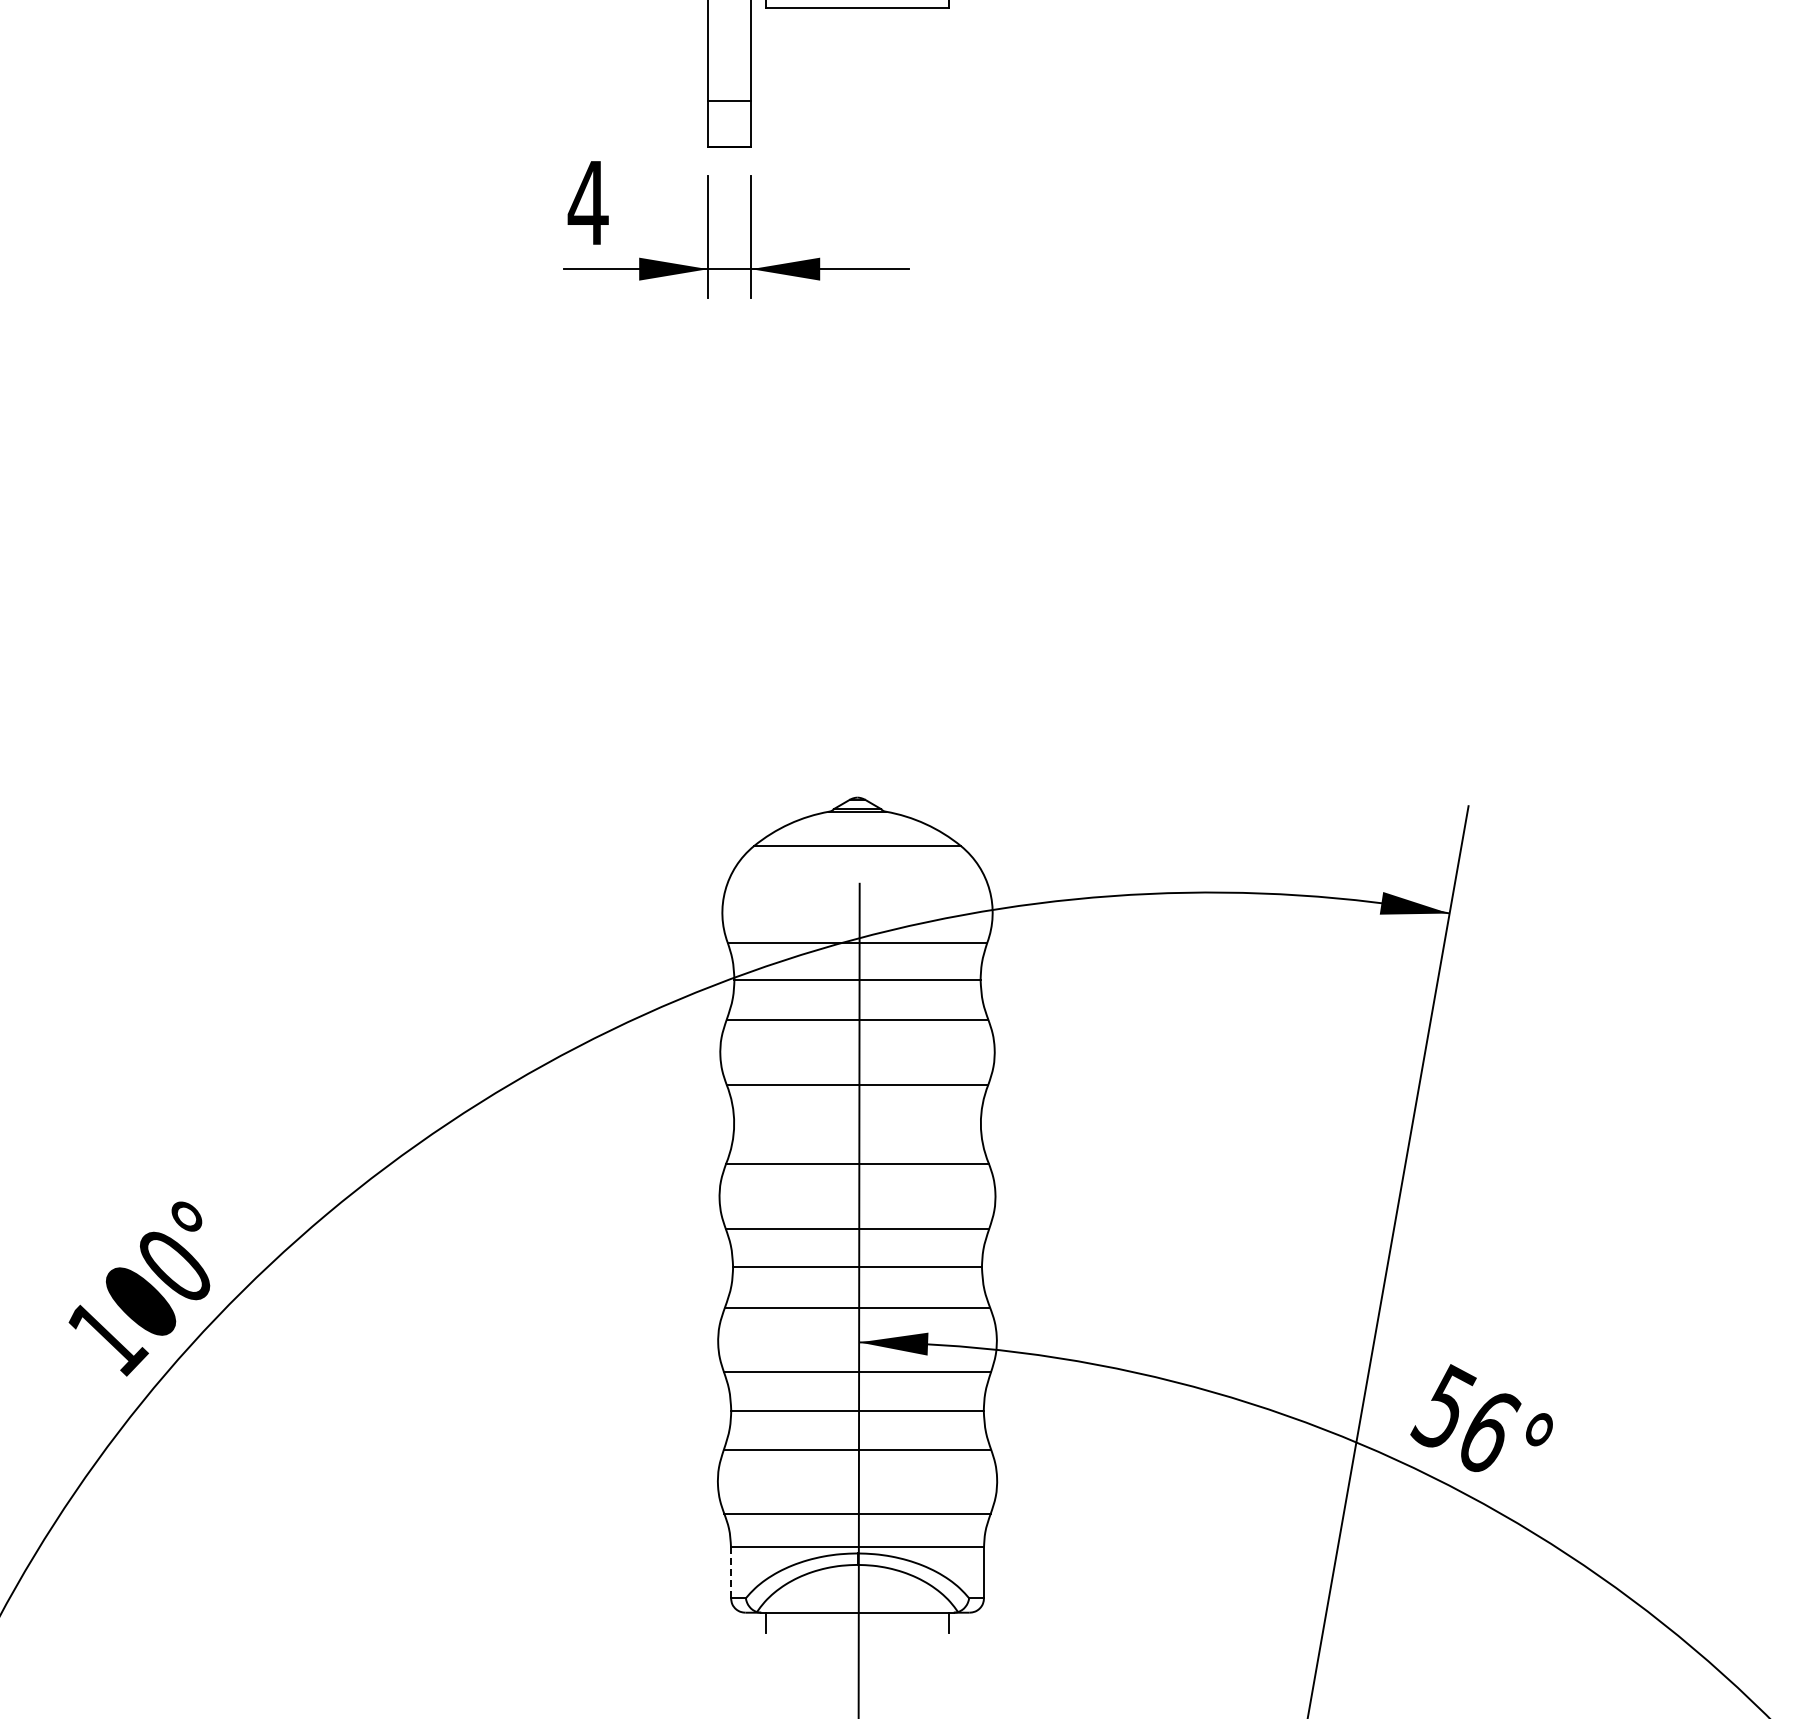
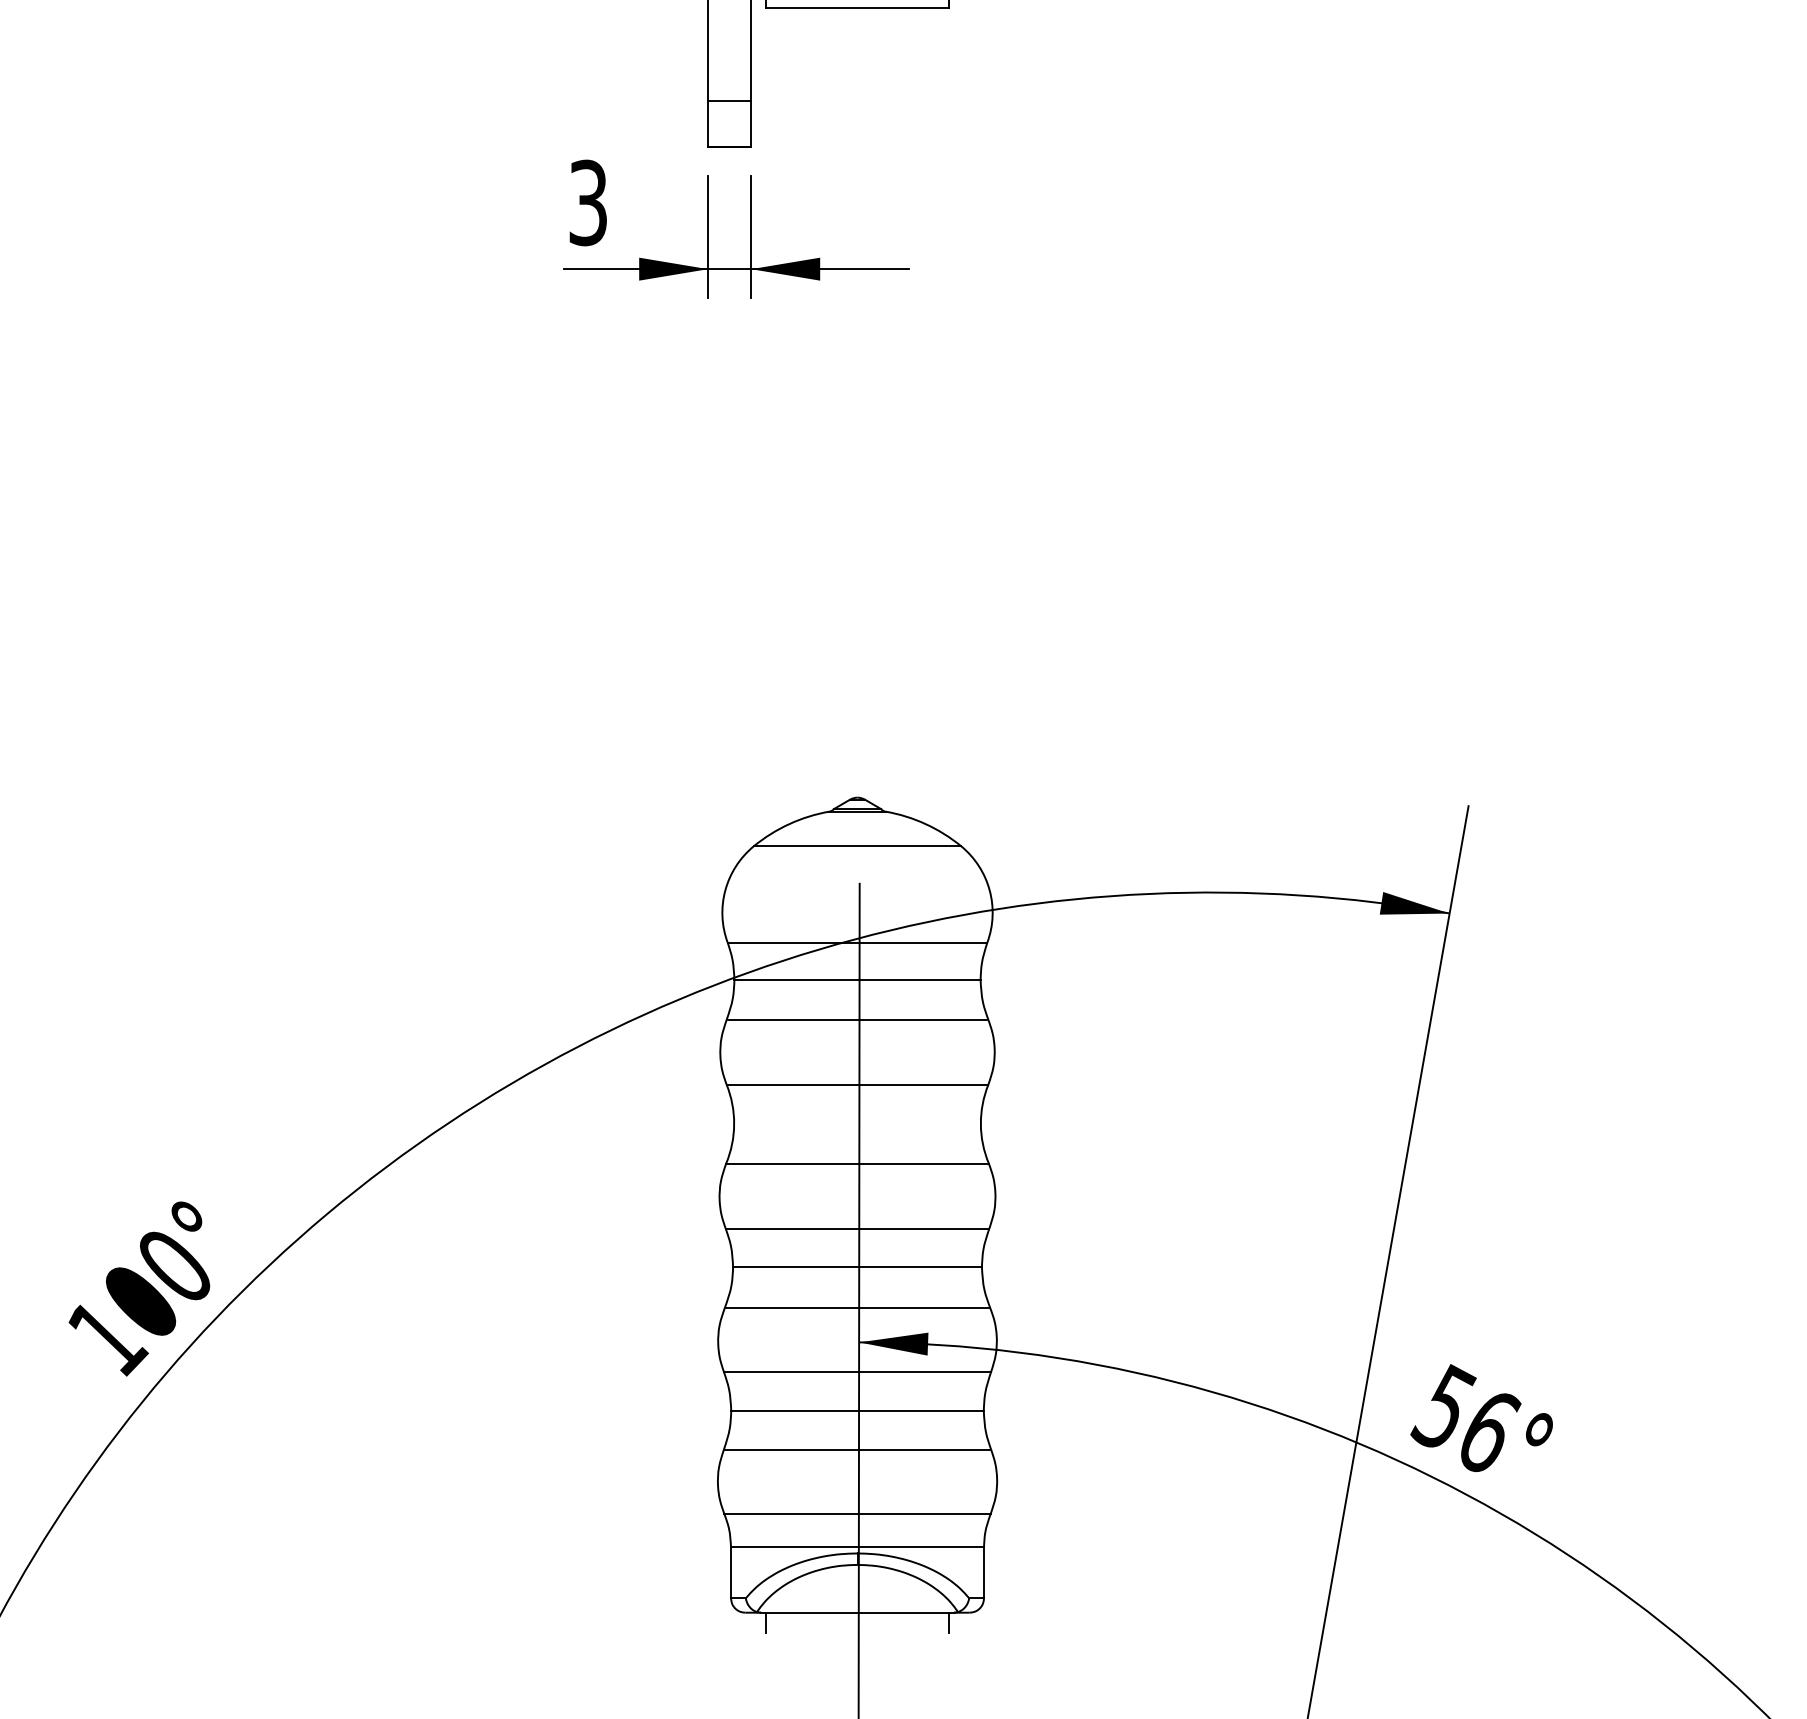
text at (587, 202): 4 -> 3
line at (731, 1573): dashed -> solid
